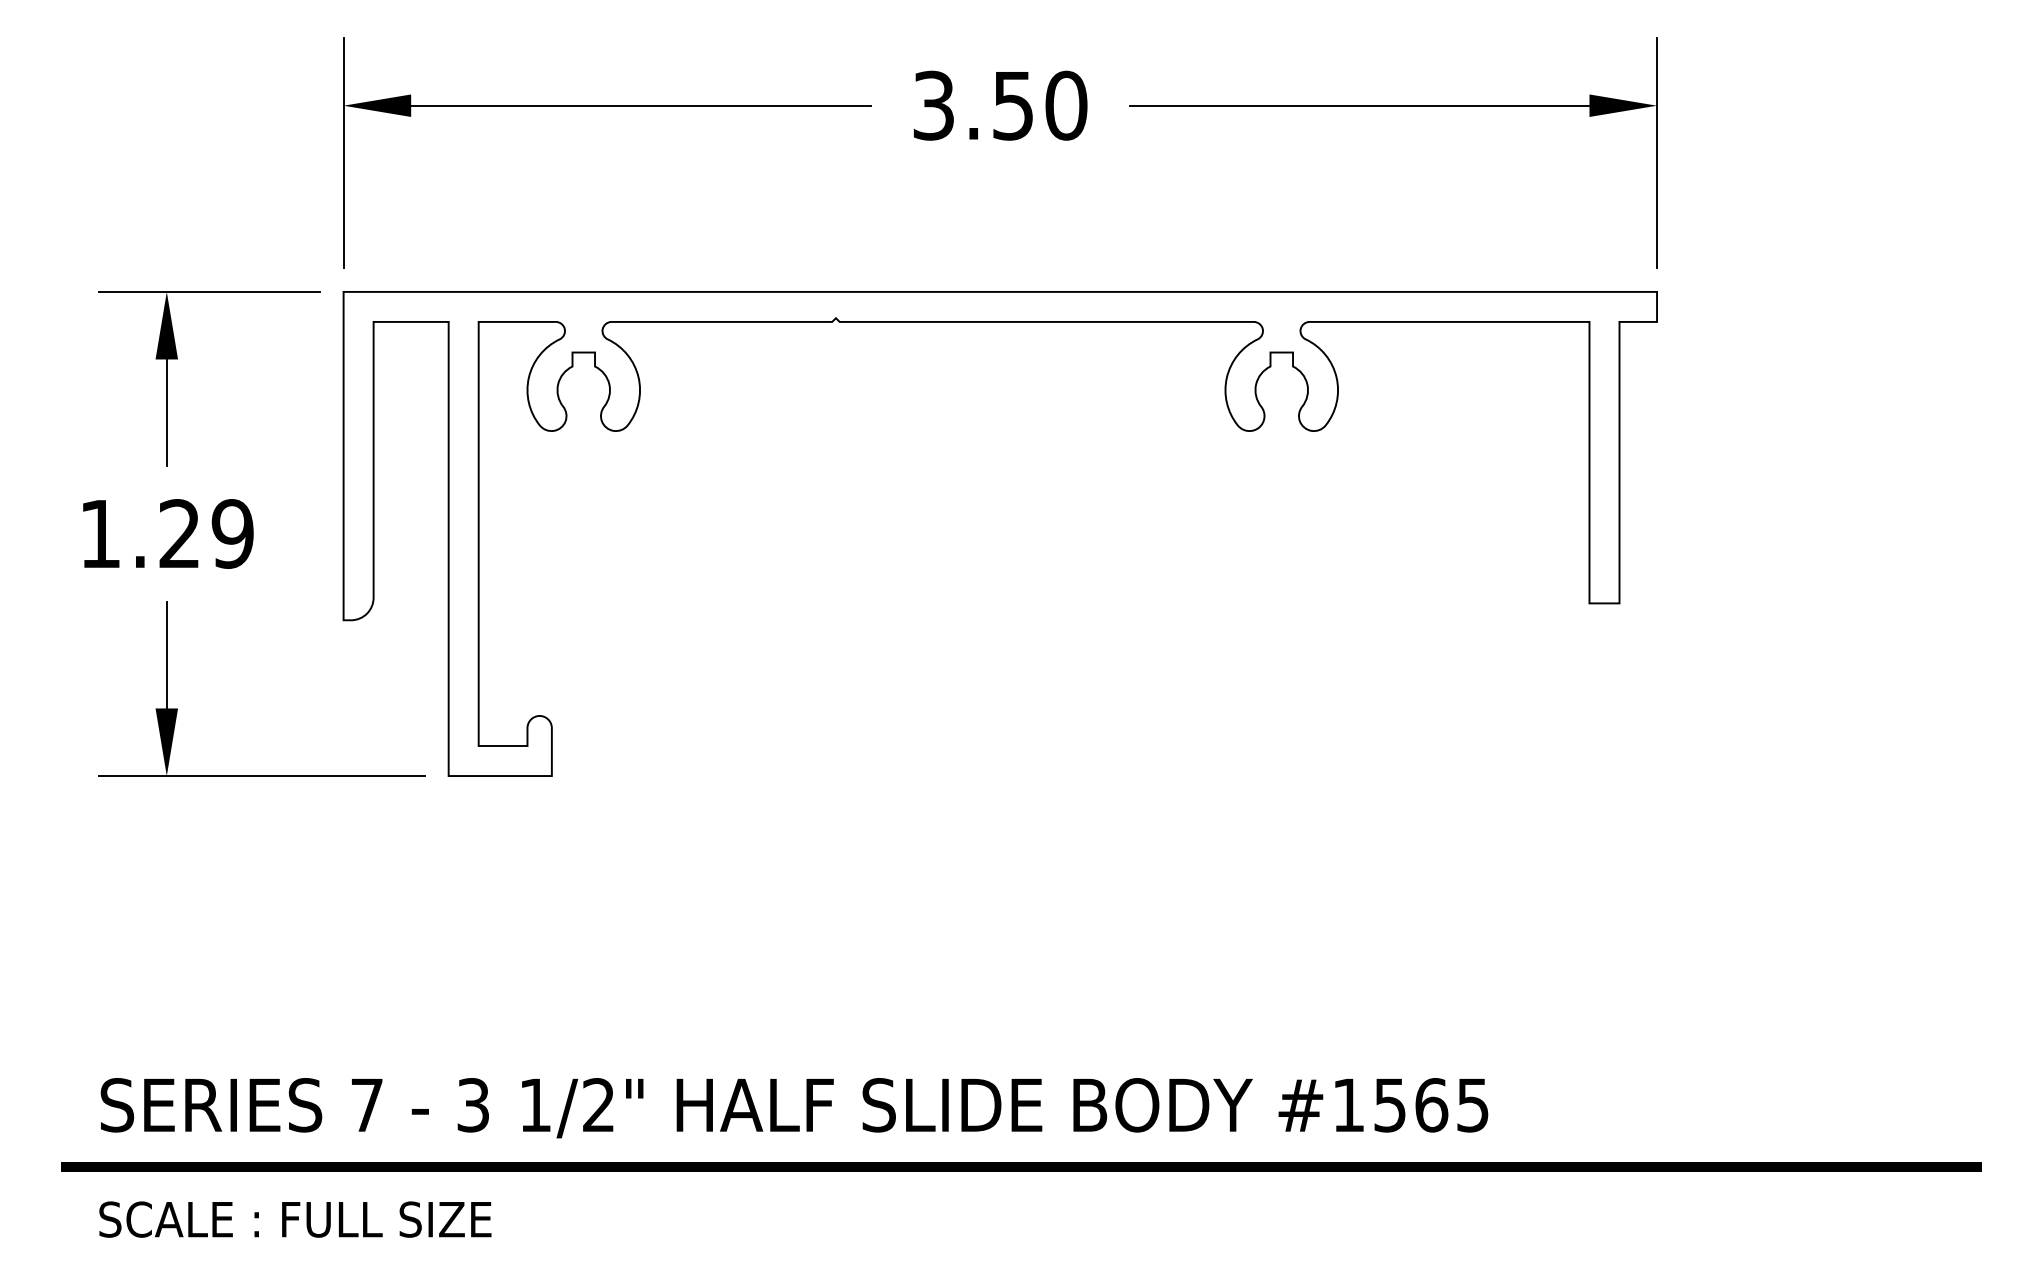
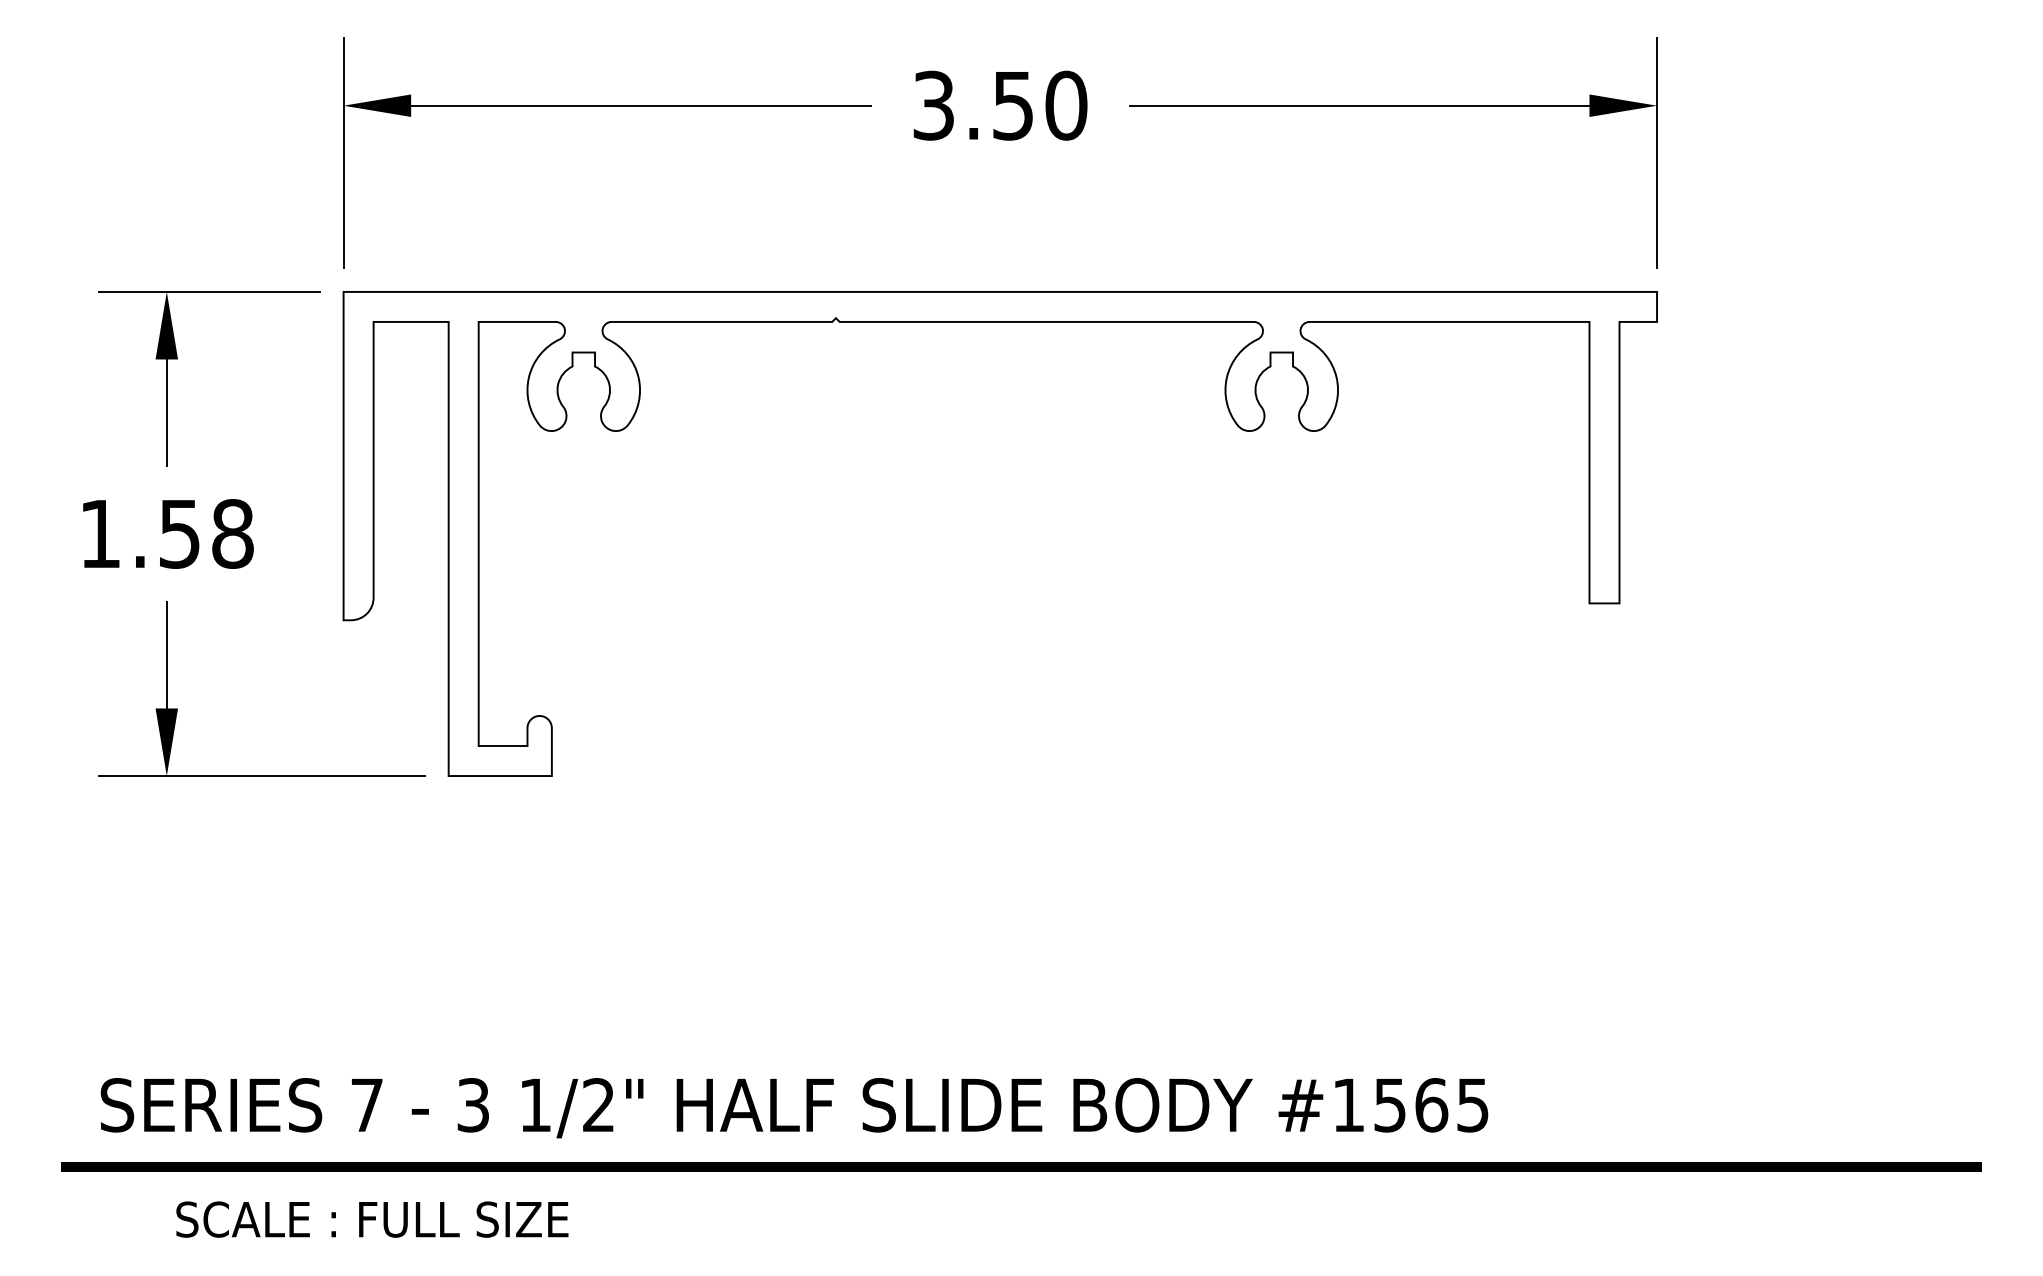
text at (206, 533): 1.29 -> 1.58
text at (295, 1219) position: (295, 1219) -> (372, 1219)
